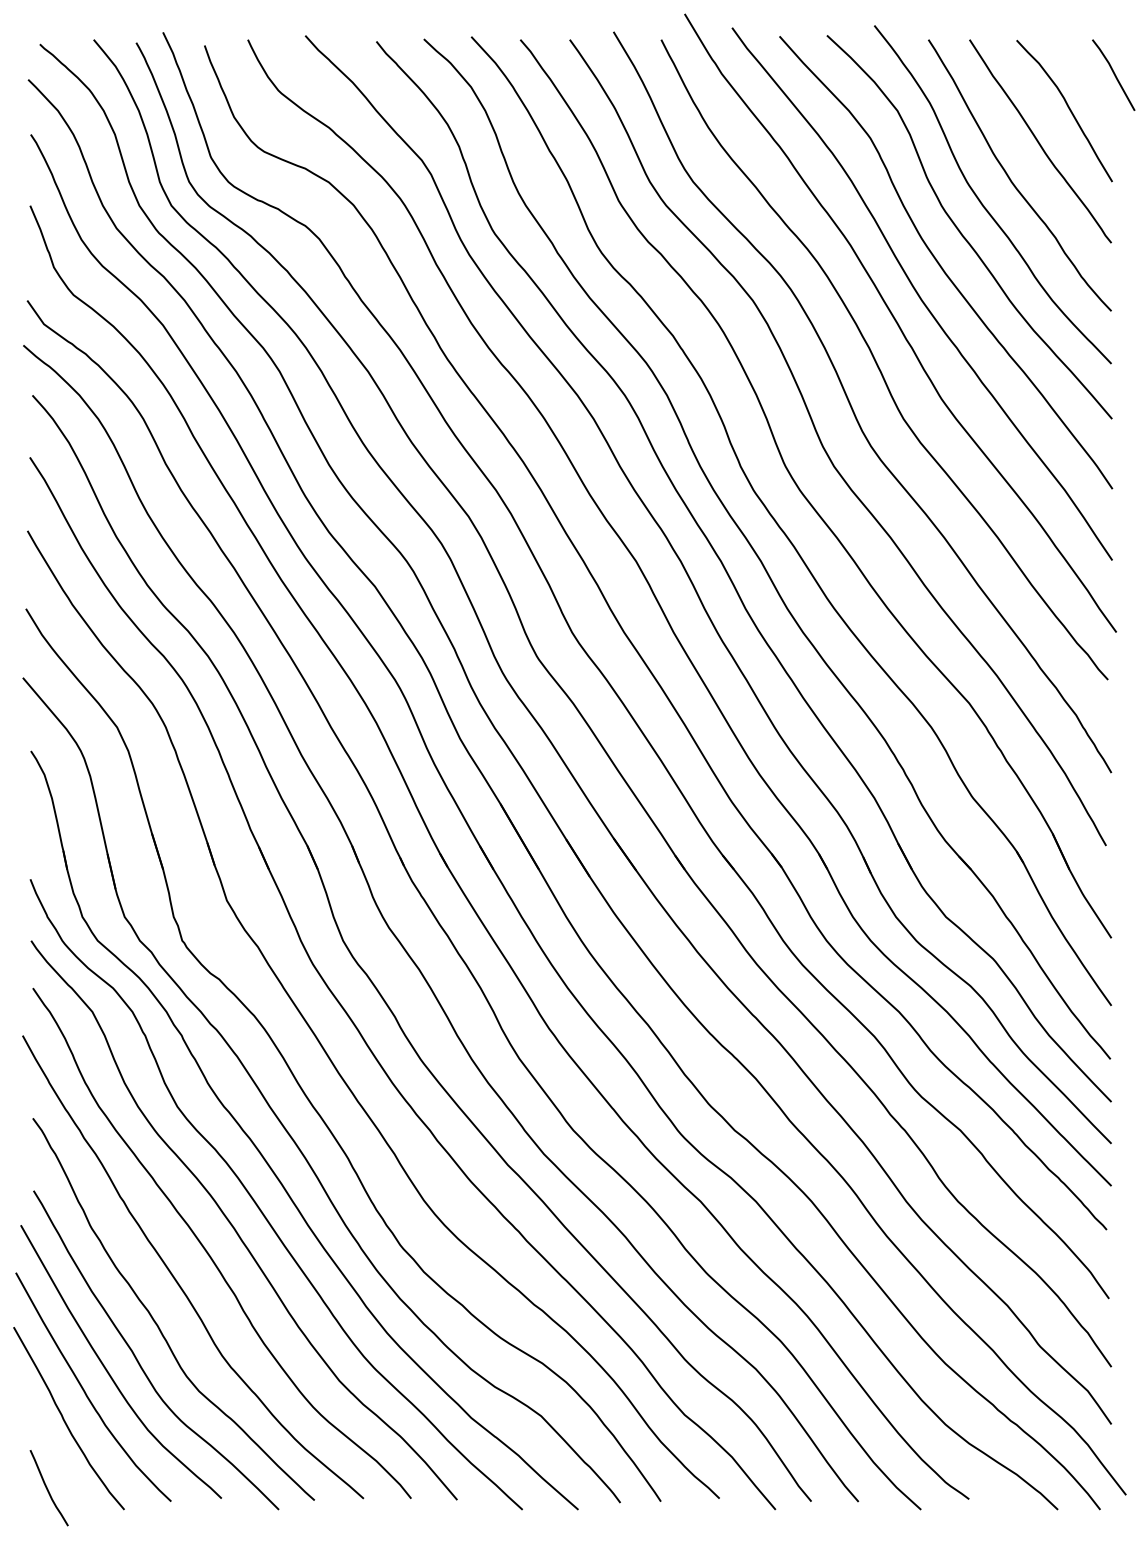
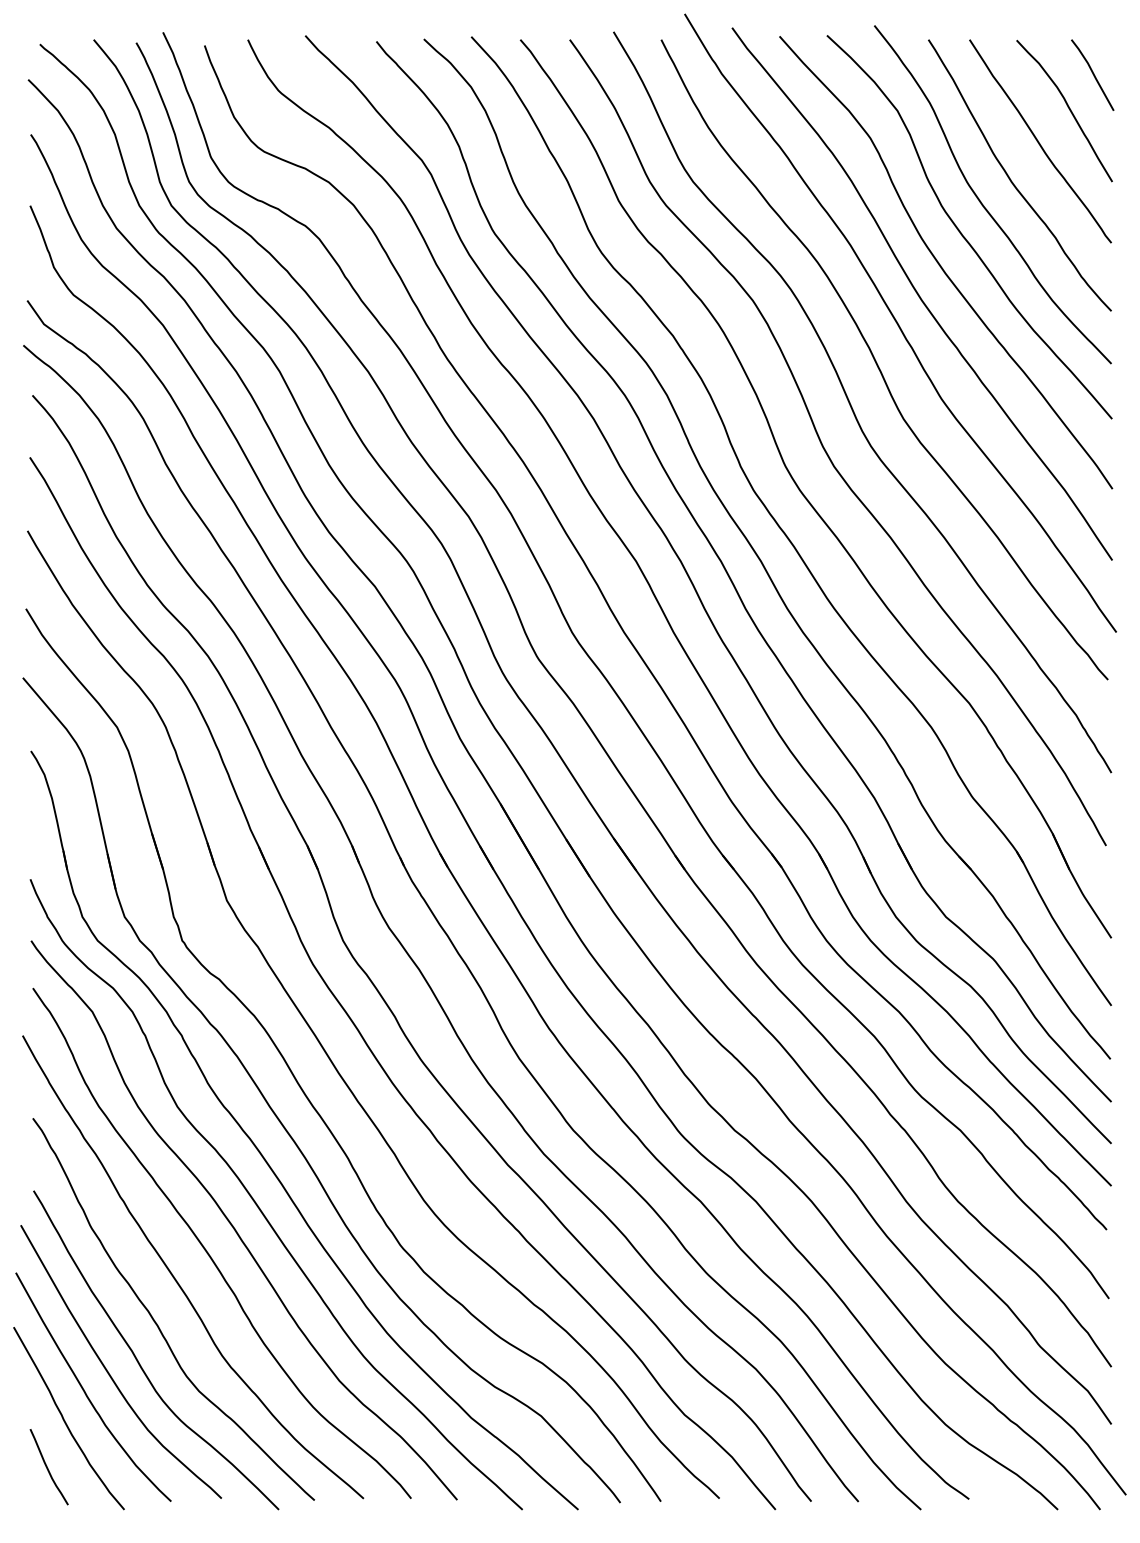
line at (1113, 74) position: (1113, 74) -> (1092, 74)
curve at (47, 1488) position: (47, 1488) -> (47, 1467)
